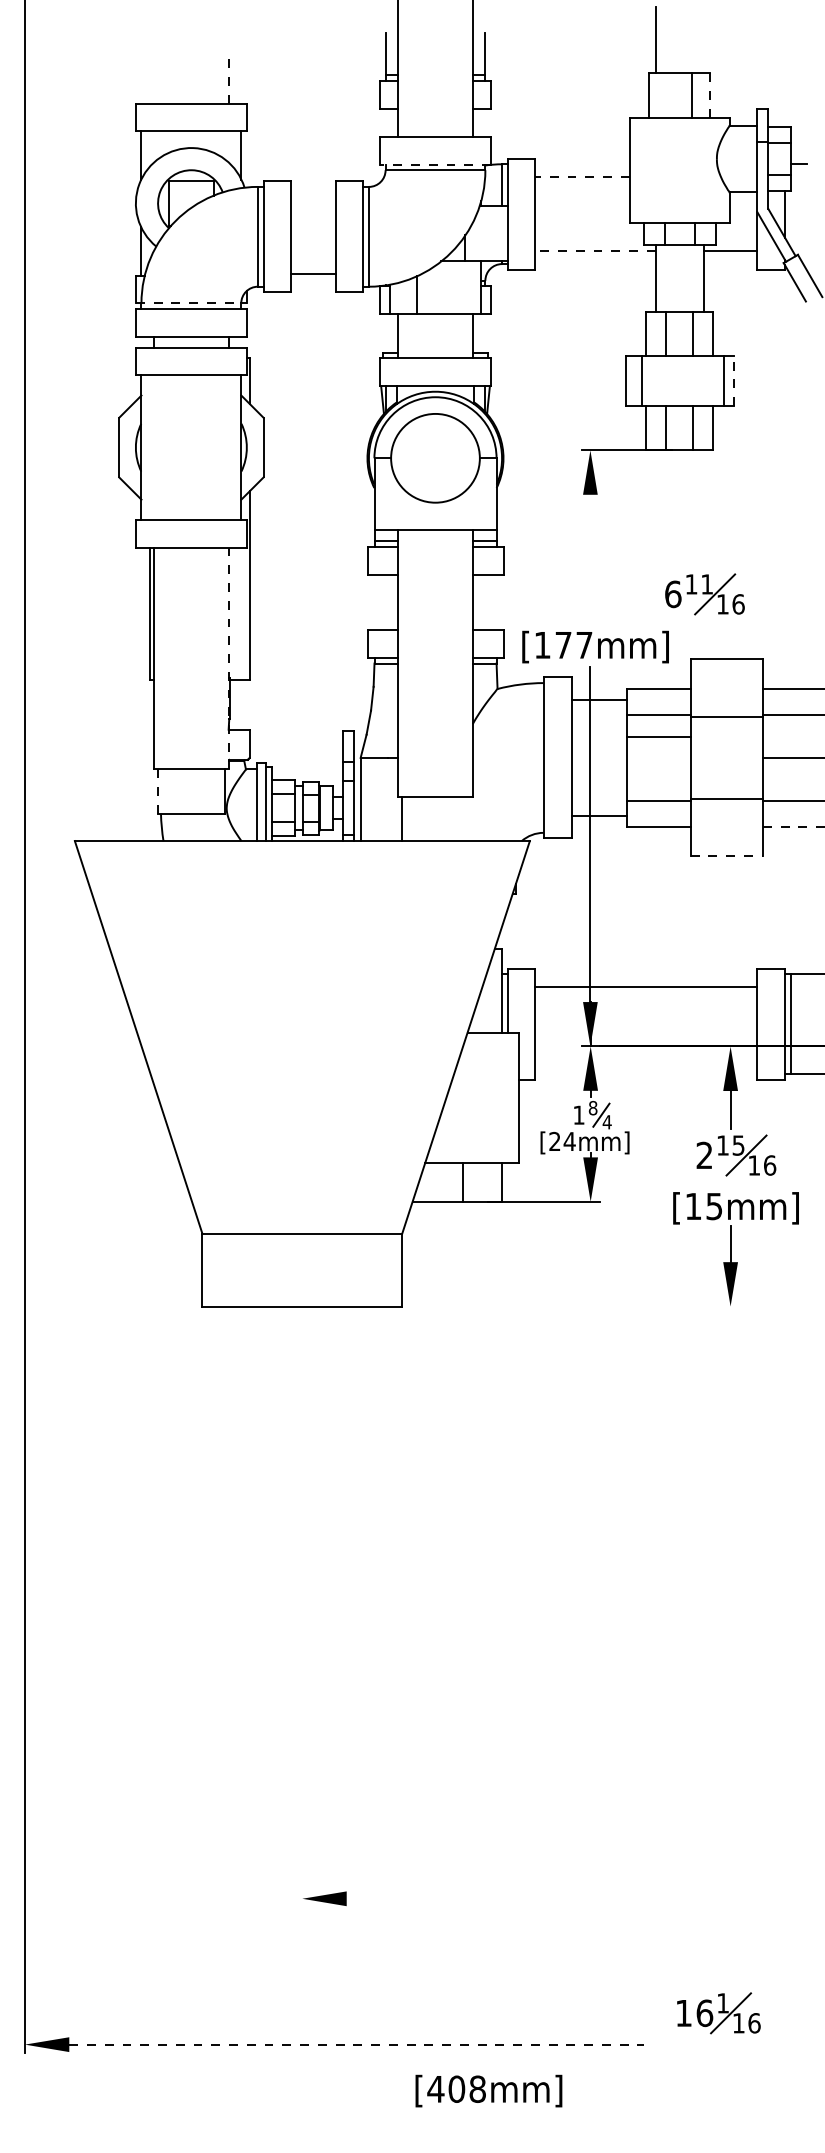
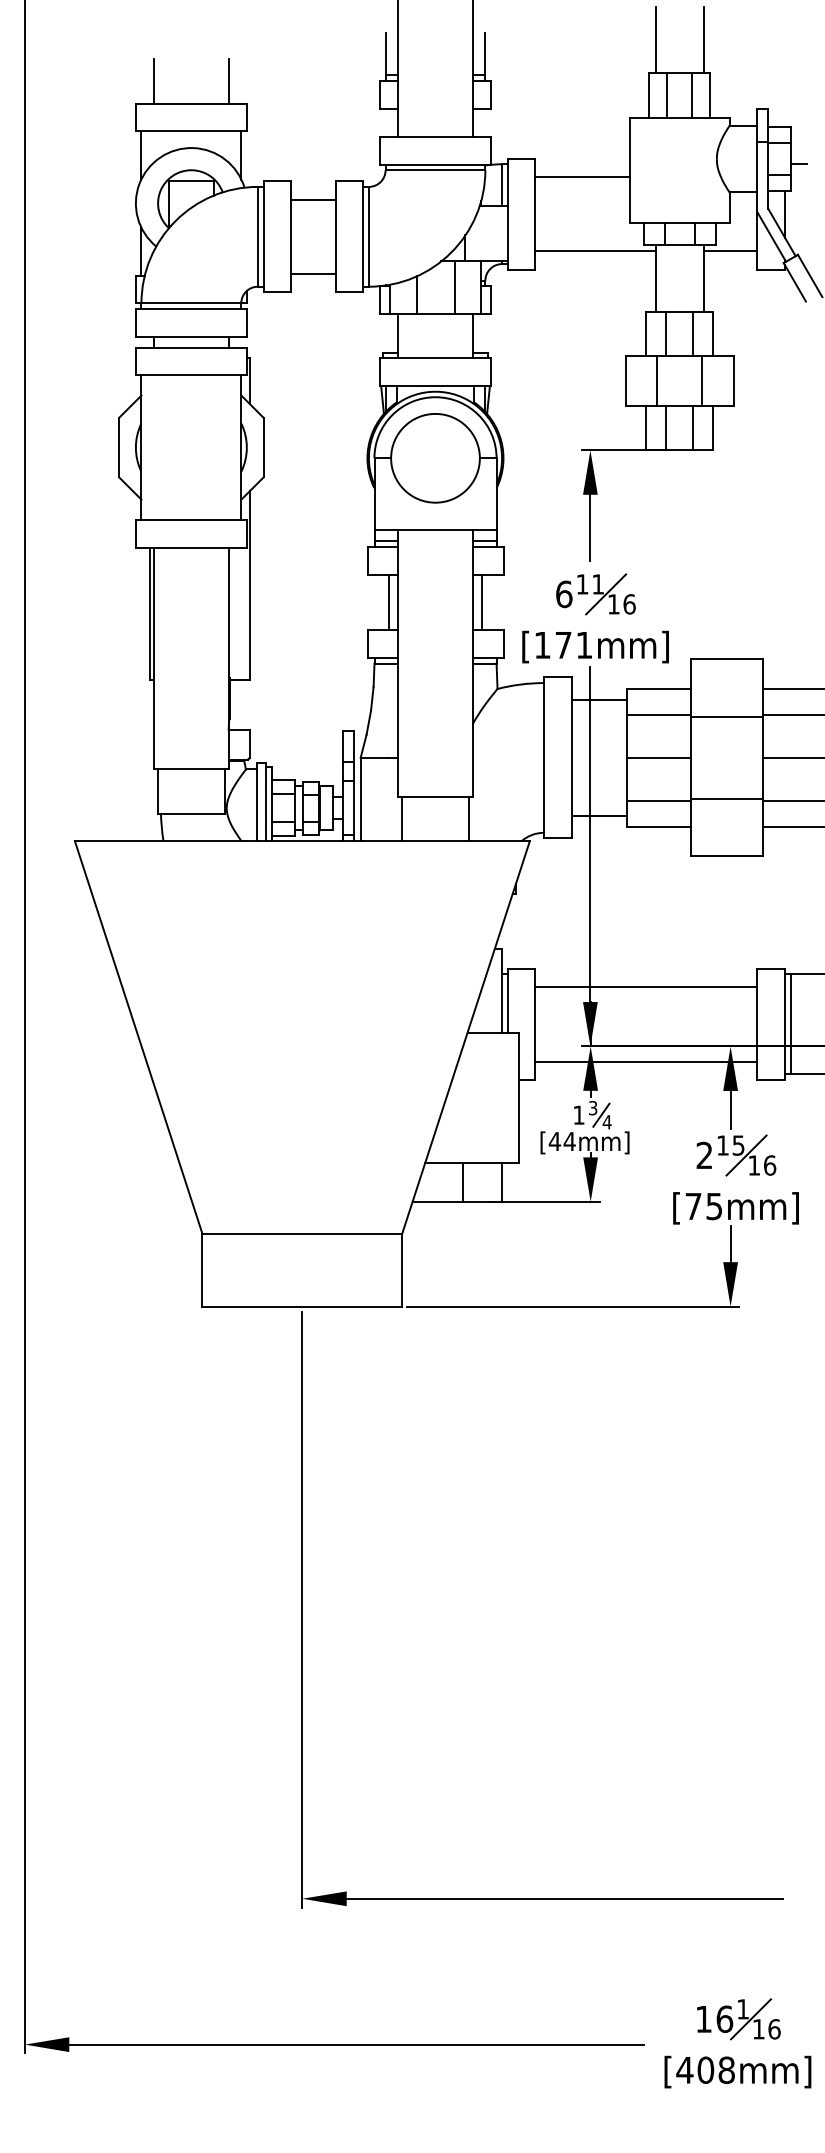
line at (703, 39): none -> present
line at (154, 81): none -> present
line at (228, 81): dashed -> solid
line at (667, 95): none -> present
line at (710, 95): dashed -> solid
line at (434, 164): dashed -> solid
line at (582, 176): dashed -> solid
line at (313, 199): none -> present
line at (595, 251): dashed -> solid
line at (454, 287): none -> present
line at (191, 303): dashed -> solid
line at (642, 381) position: (642, 381) -> (657, 381)
line at (724, 381) position: (724, 381) -> (702, 381)
line at (733, 381): dashed -> solid
line at (590, 527): none -> present
part at (704, 594) position: (704, 594) -> (595, 594)
line at (388, 602): none -> present
line at (482, 602): none -> present
text at (584, 645): [177mm] -> [171mm]
line at (228, 658): dashed -> solid
line at (658, 736) position: (658, 736) -> (658, 757)
line at (158, 791): dashed -> solid
line at (468, 818): none -> present
line at (793, 827): dashed -> solid
line at (727, 856): dashed -> solid
line at (646, 1061): none -> present
text at (592, 1108): 8 -> 3
text at (554, 1140): [24mm] -> [44mm]
text at (693, 1206): [15mm] -> [75mm]
line at (572, 1307): none -> present
line at (302, 1609): none -> present
line at (564, 1898): none -> present
part at (718, 2013) position: (718, 2013) -> (738, 2019)
line at (356, 2044): dashed -> solid
text at (488, 2090) position: (488, 2090) -> (737, 2071)
